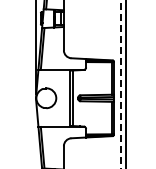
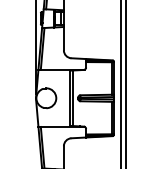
line at (121, 84): dashed -> solid
